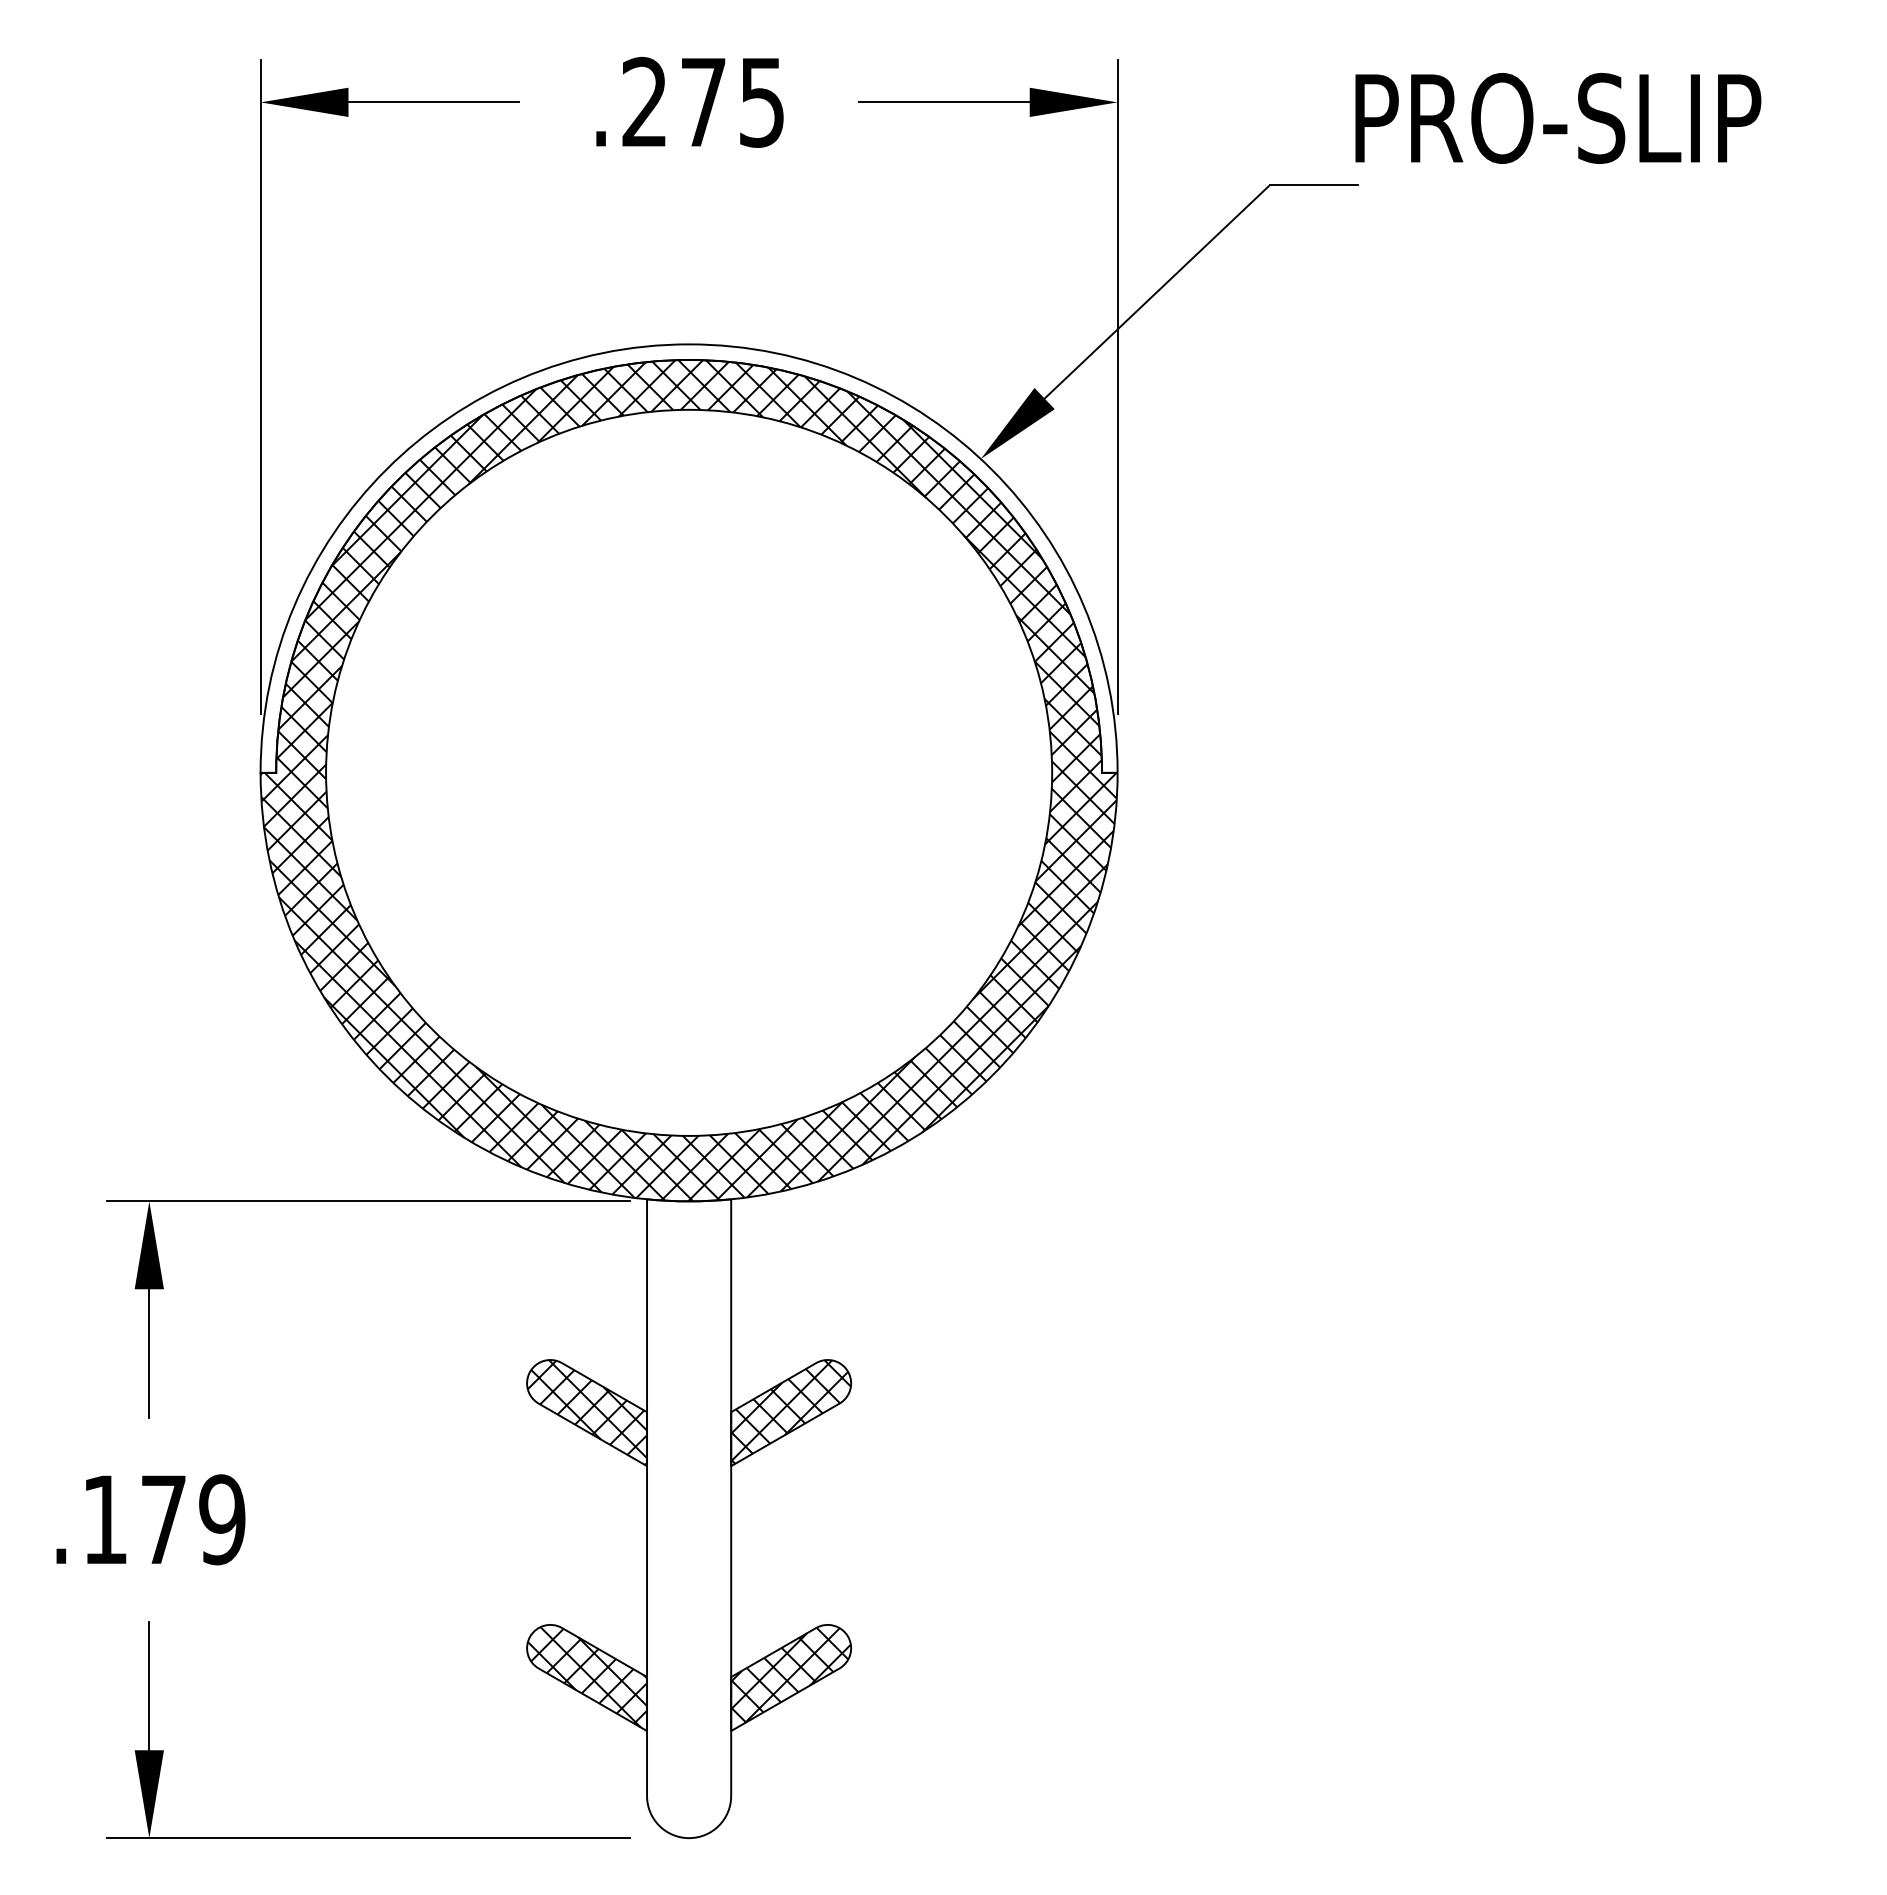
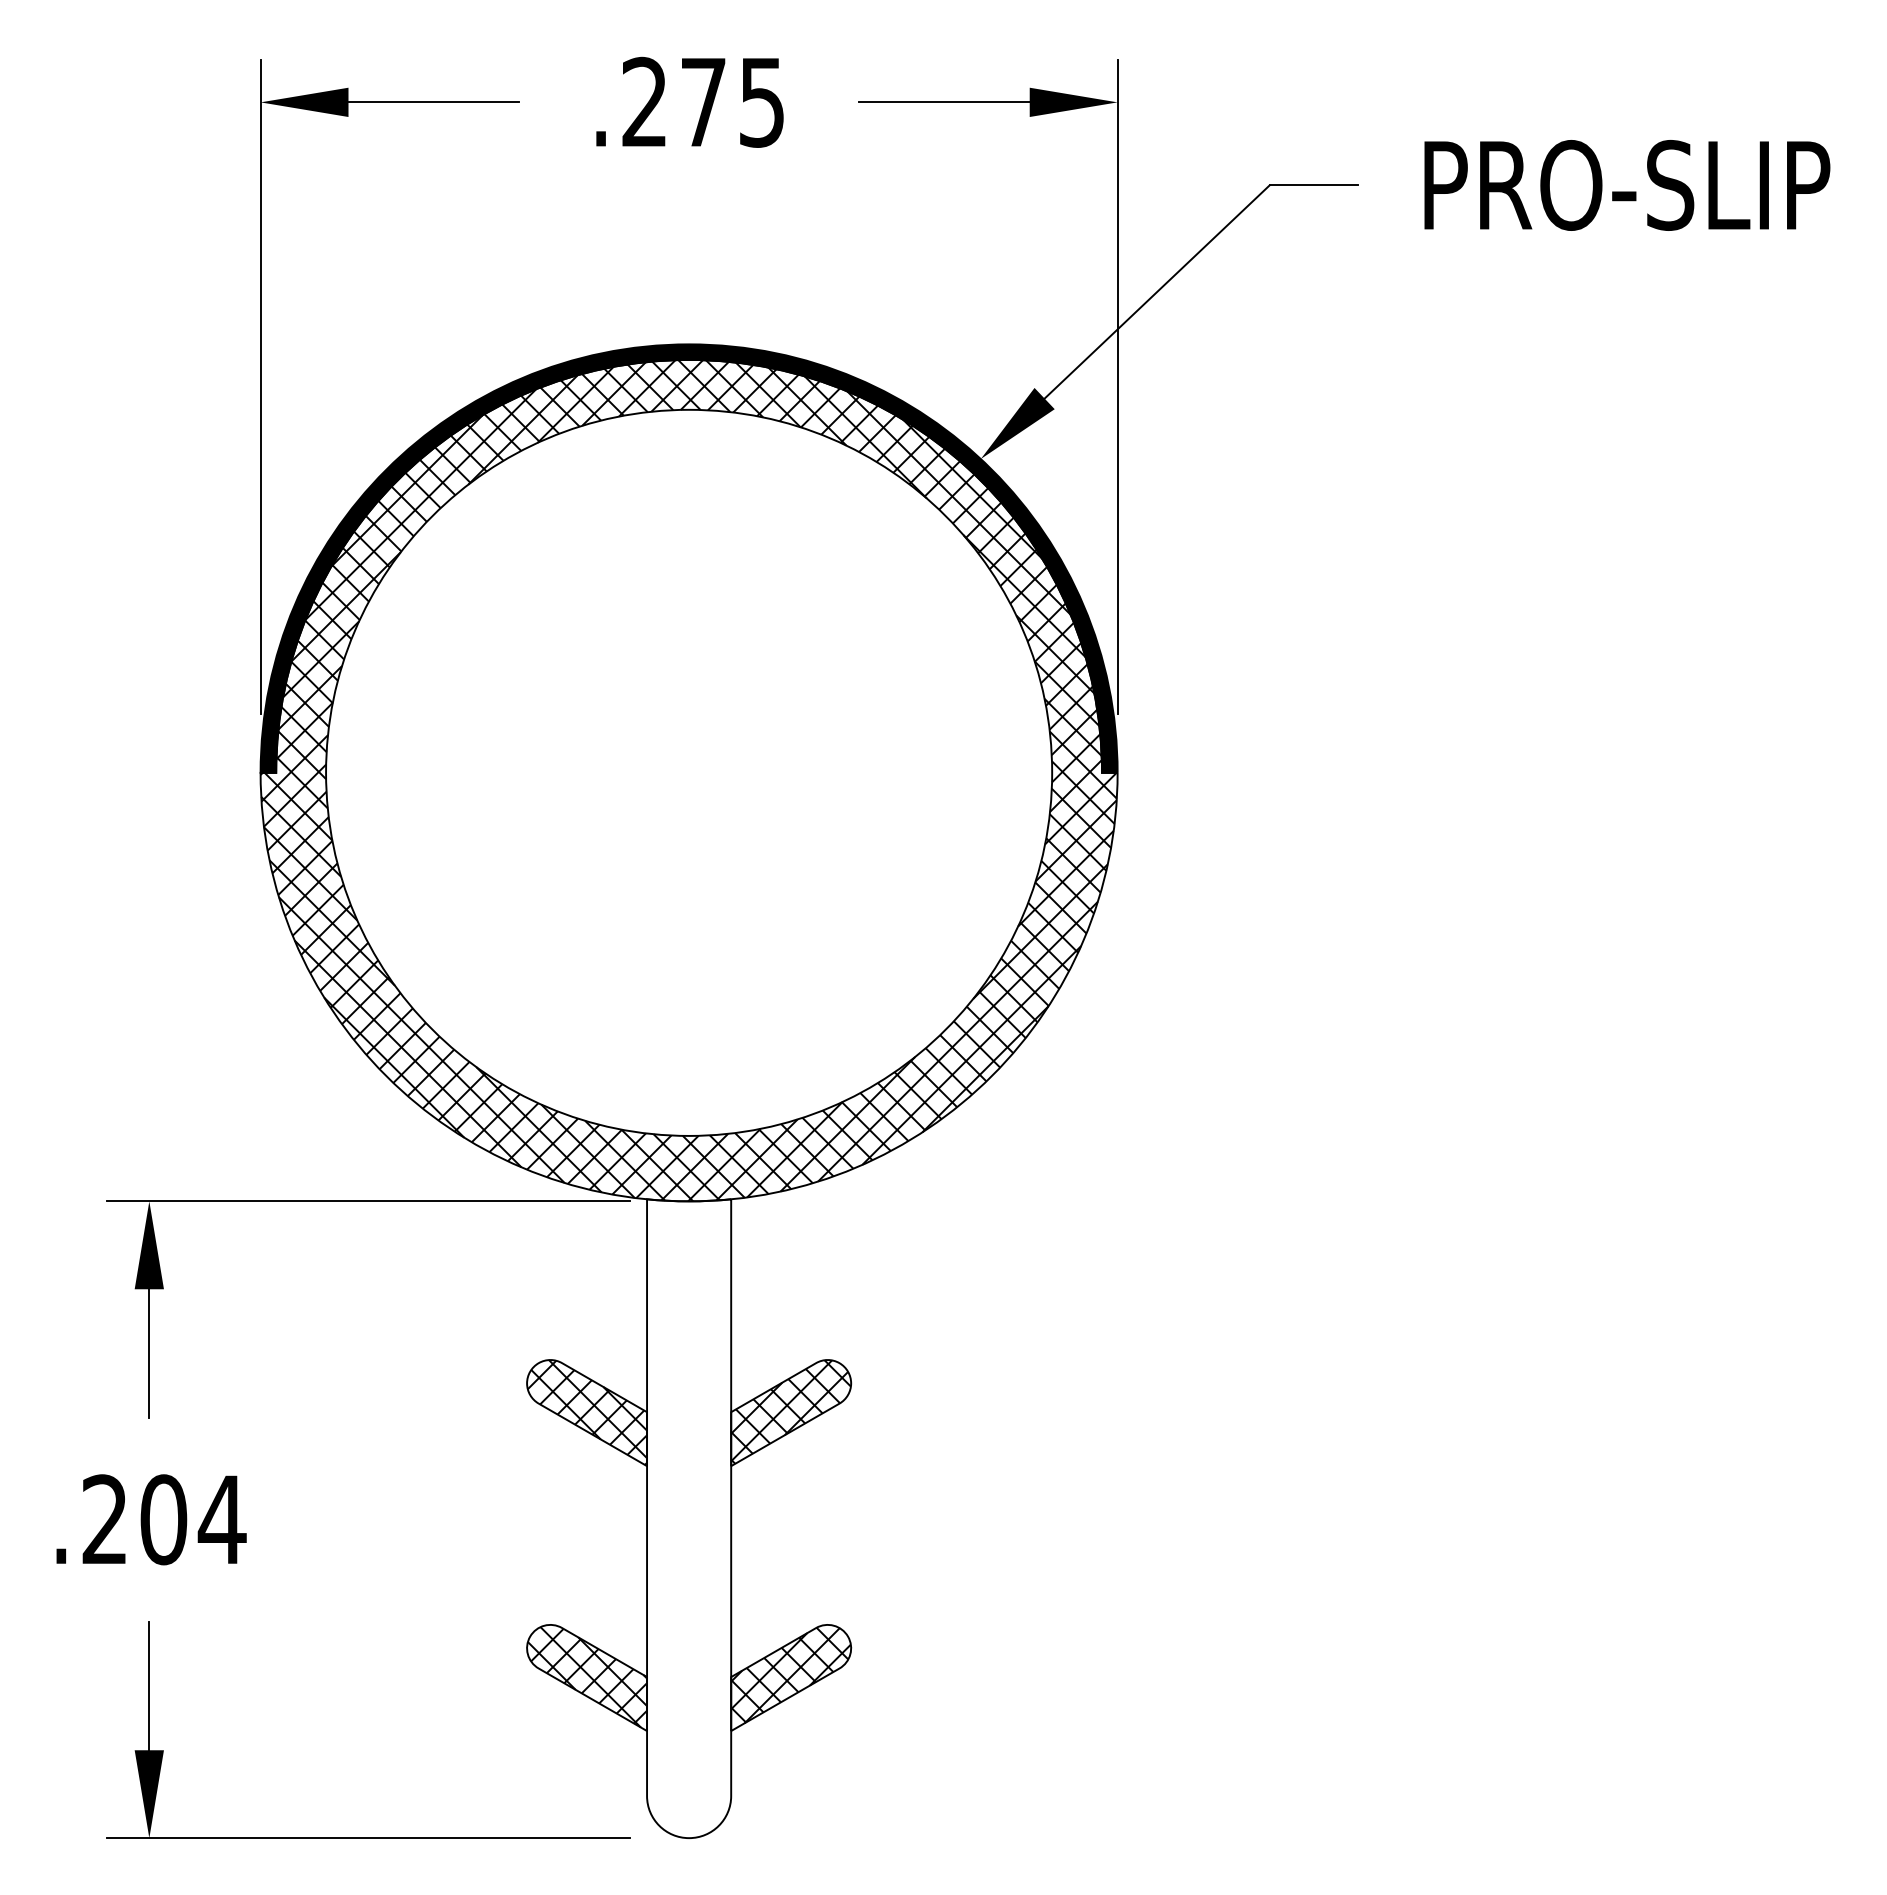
text at (1558, 118) position: (1558, 118) -> (1627, 185)
fill at (688, 558): none -> present
text at (164, 1519): .179 -> .204
